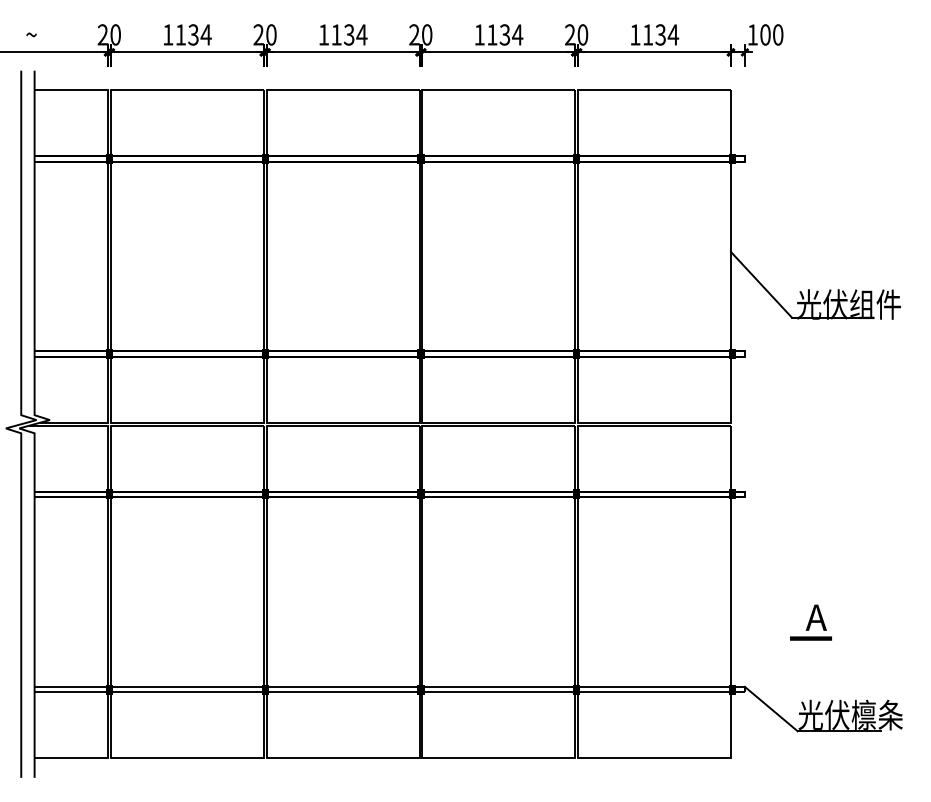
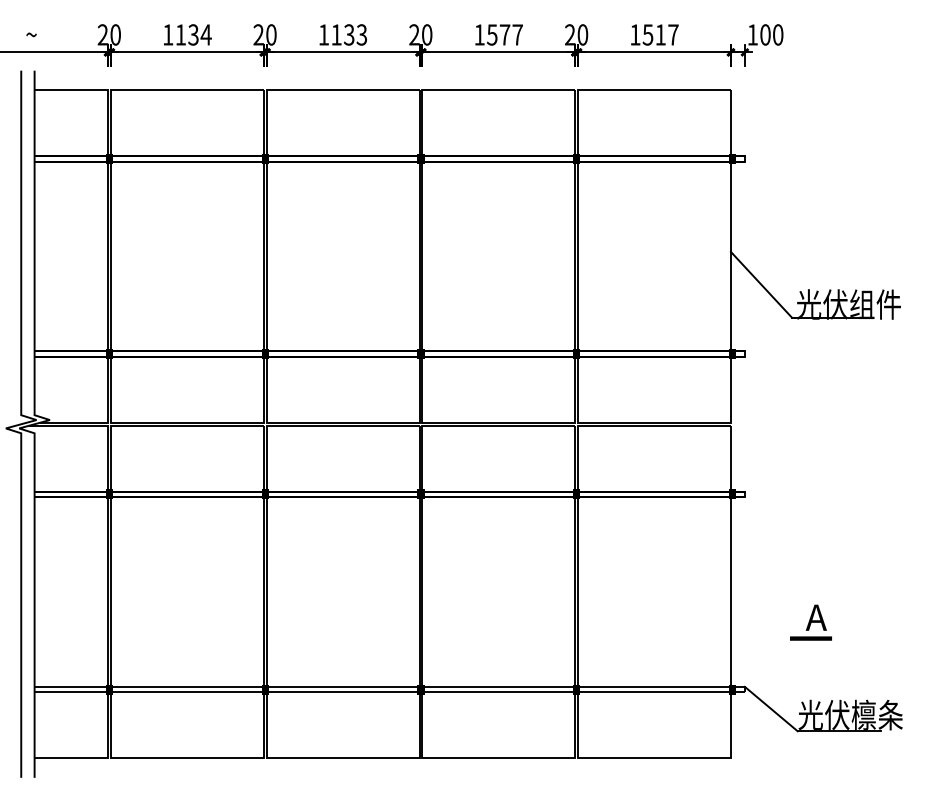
text at (361, 34): 1134 -> 1133
text at (505, 34): 1134 -> 1577
text at (660, 34): 1134 -> 1517
